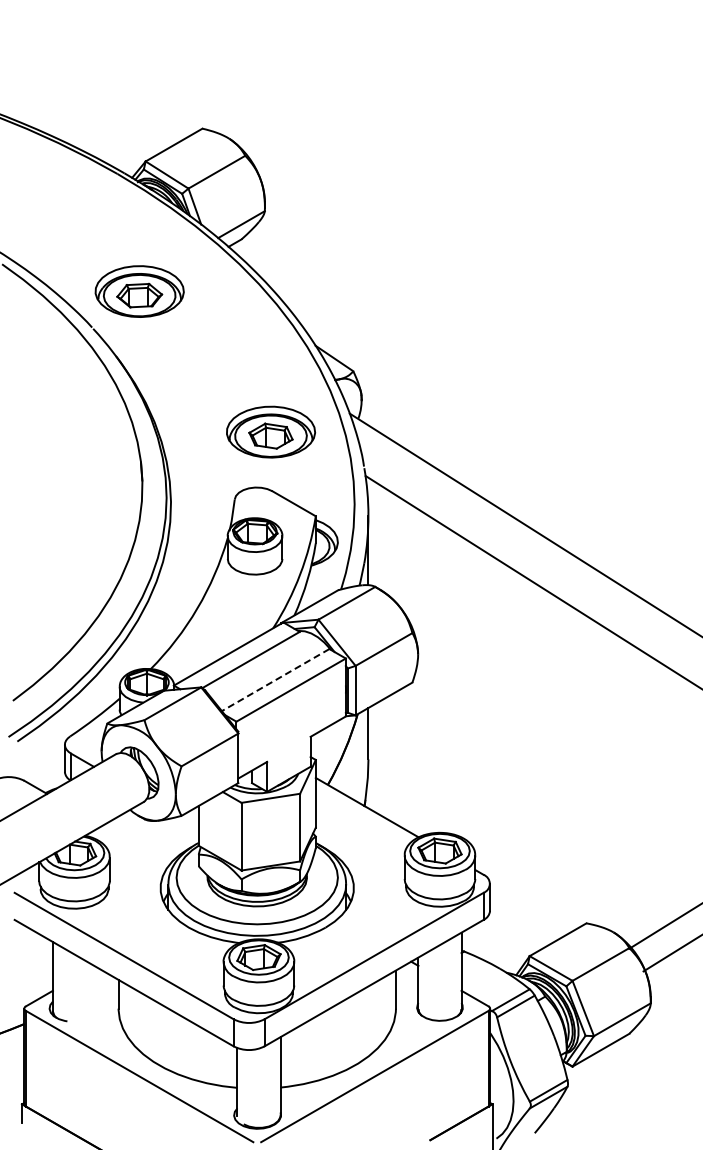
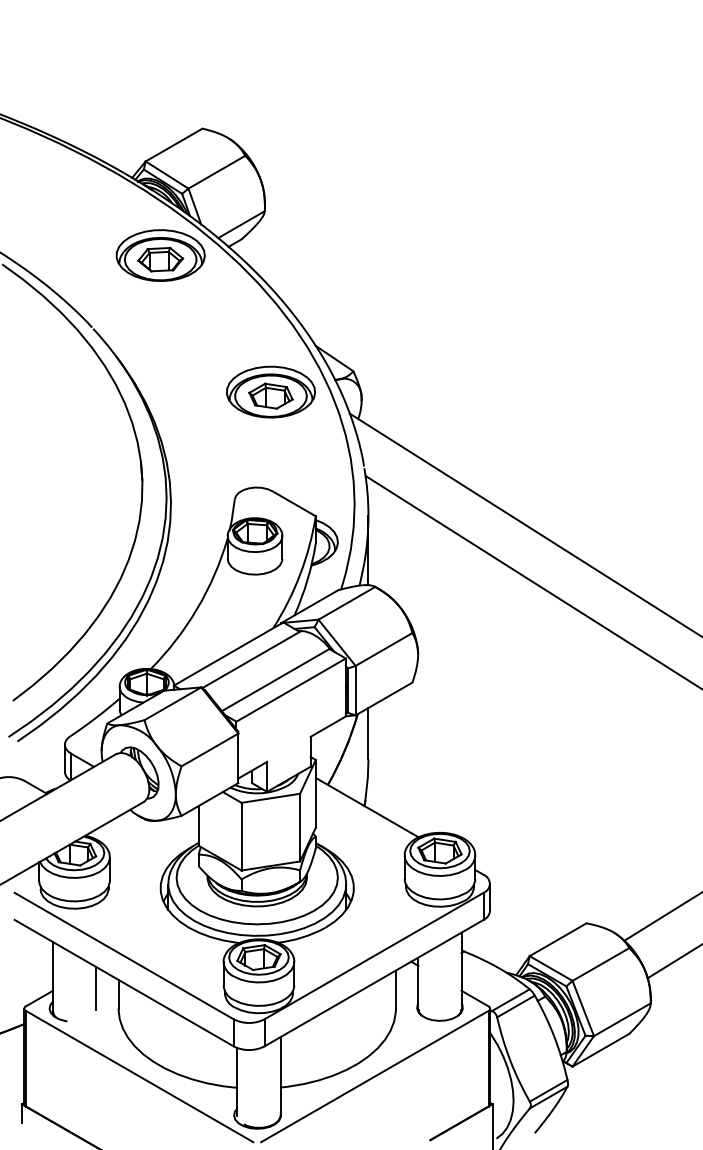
part at (139, 291) position: (139, 291) -> (160, 255)
part at (271, 431) position: (271, 431) -> (271, 391)
line at (275, 680): dashed -> solid
line at (664, 926) position: (664, 926) -> (661, 916)
line at (671, 953) position: (671, 953) -> (673, 962)
line at (96, 987): none -> present
